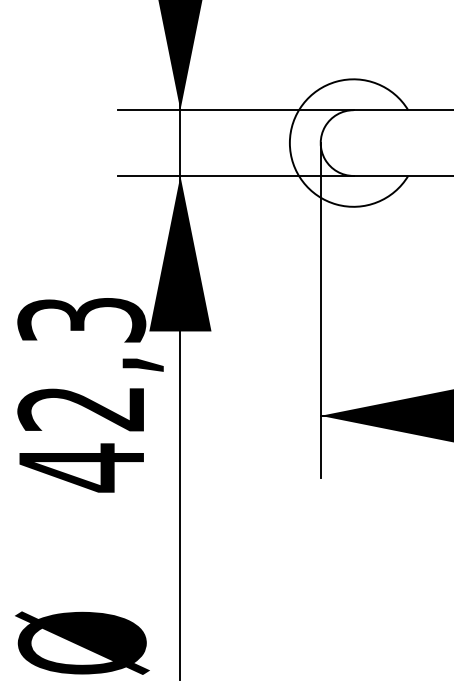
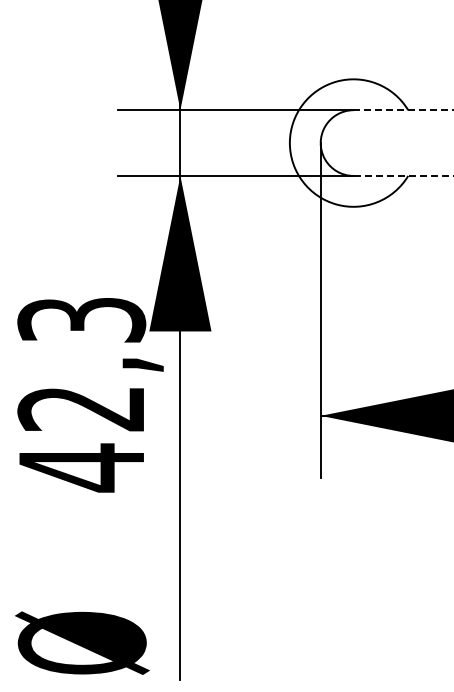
line at (403, 110): solid -> dashed
line at (403, 175): solid -> dashed
